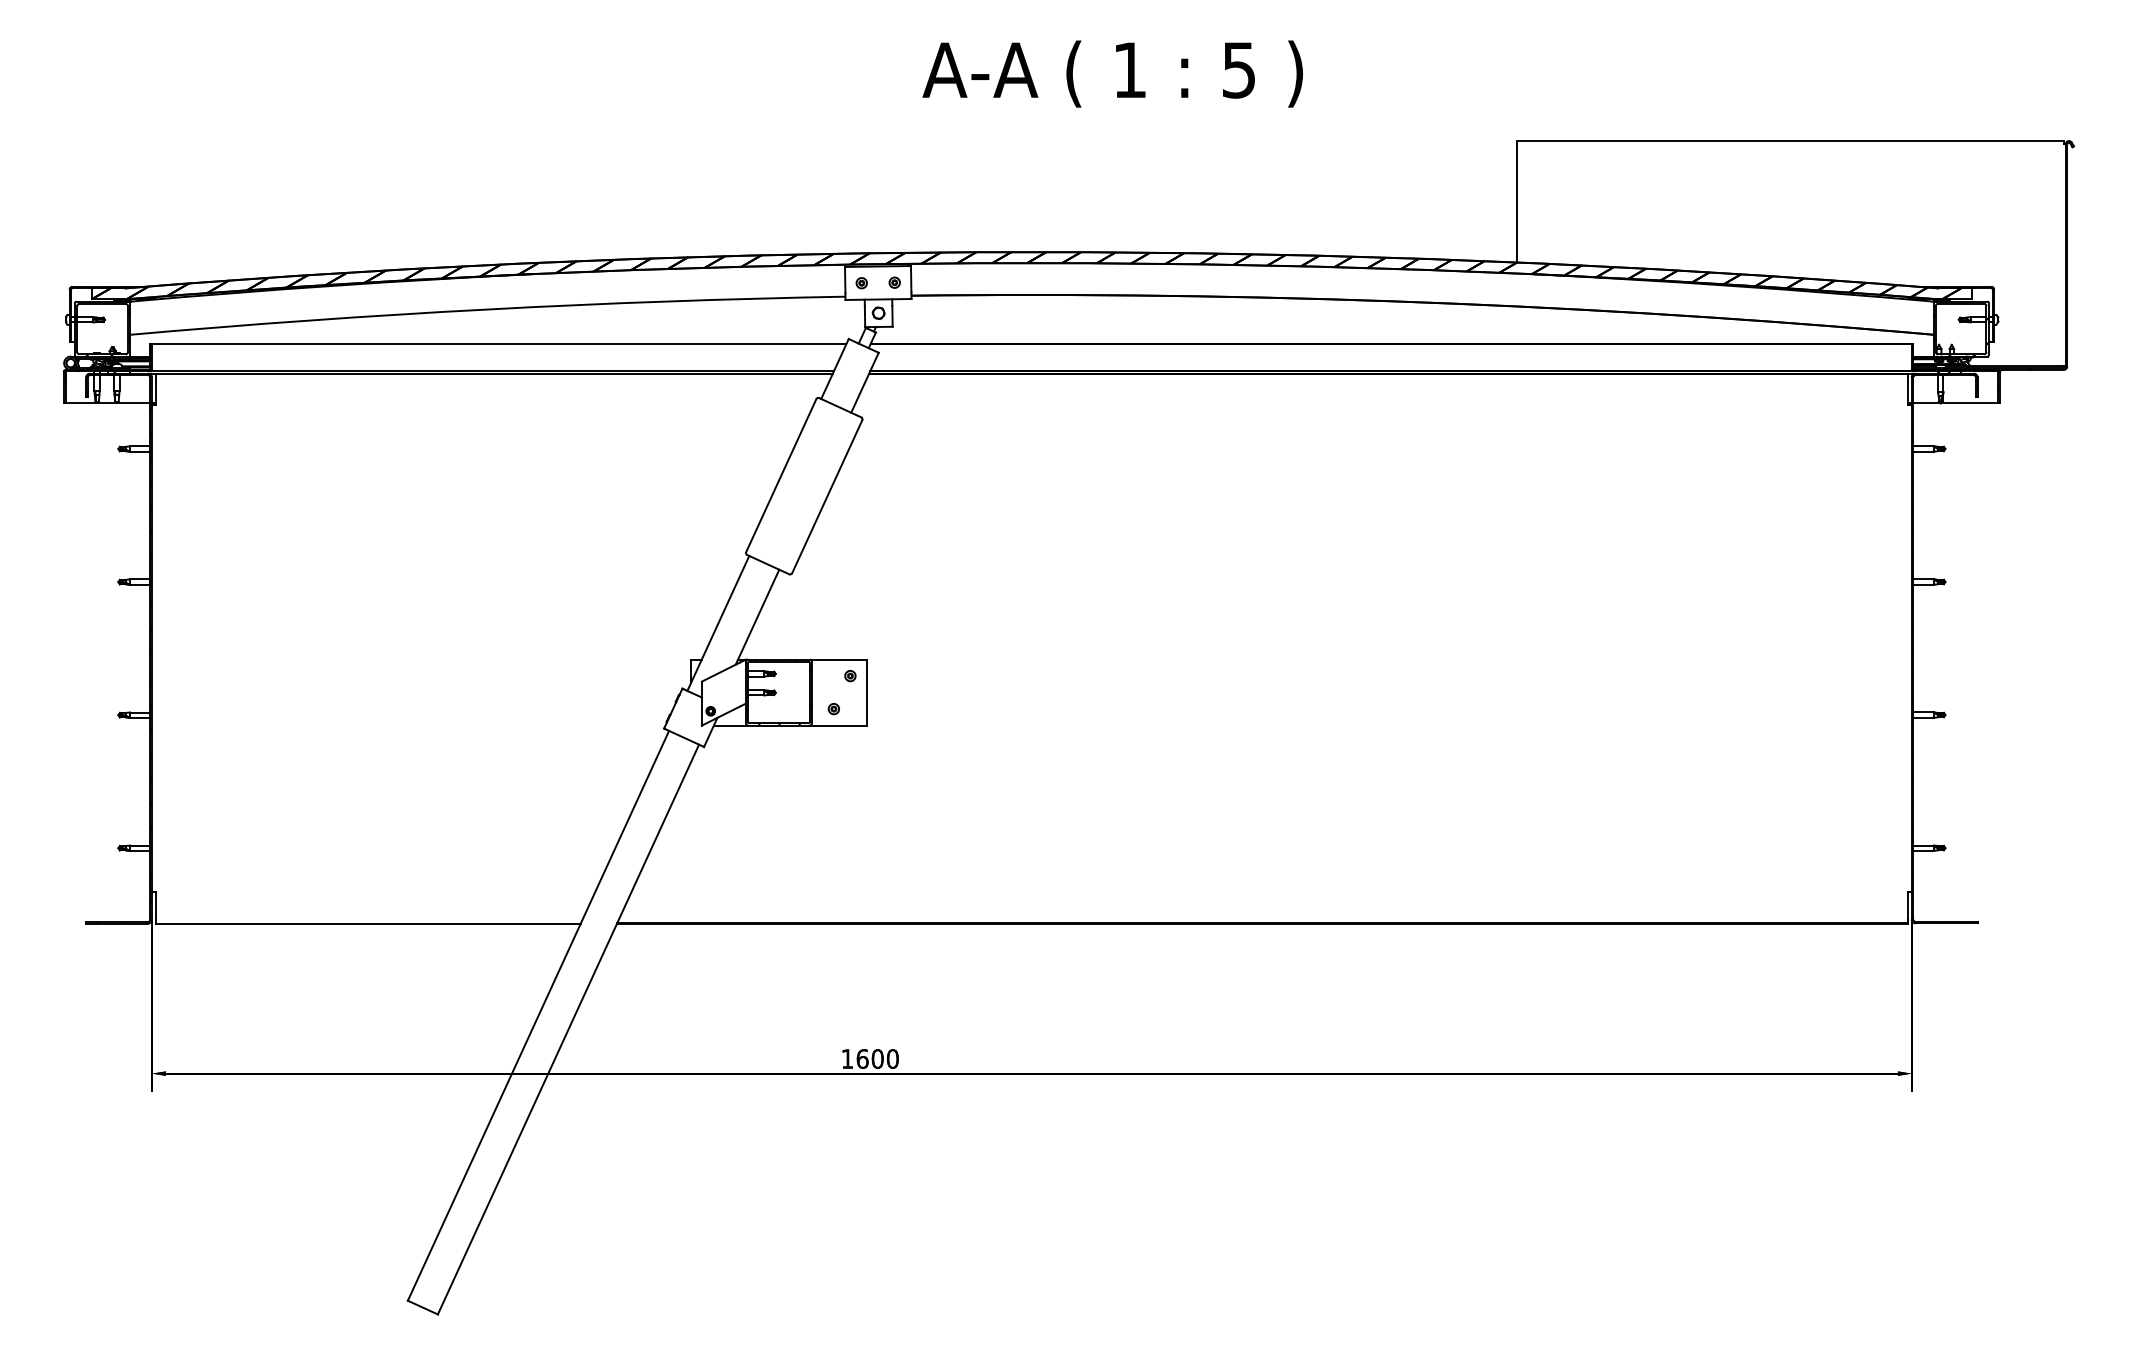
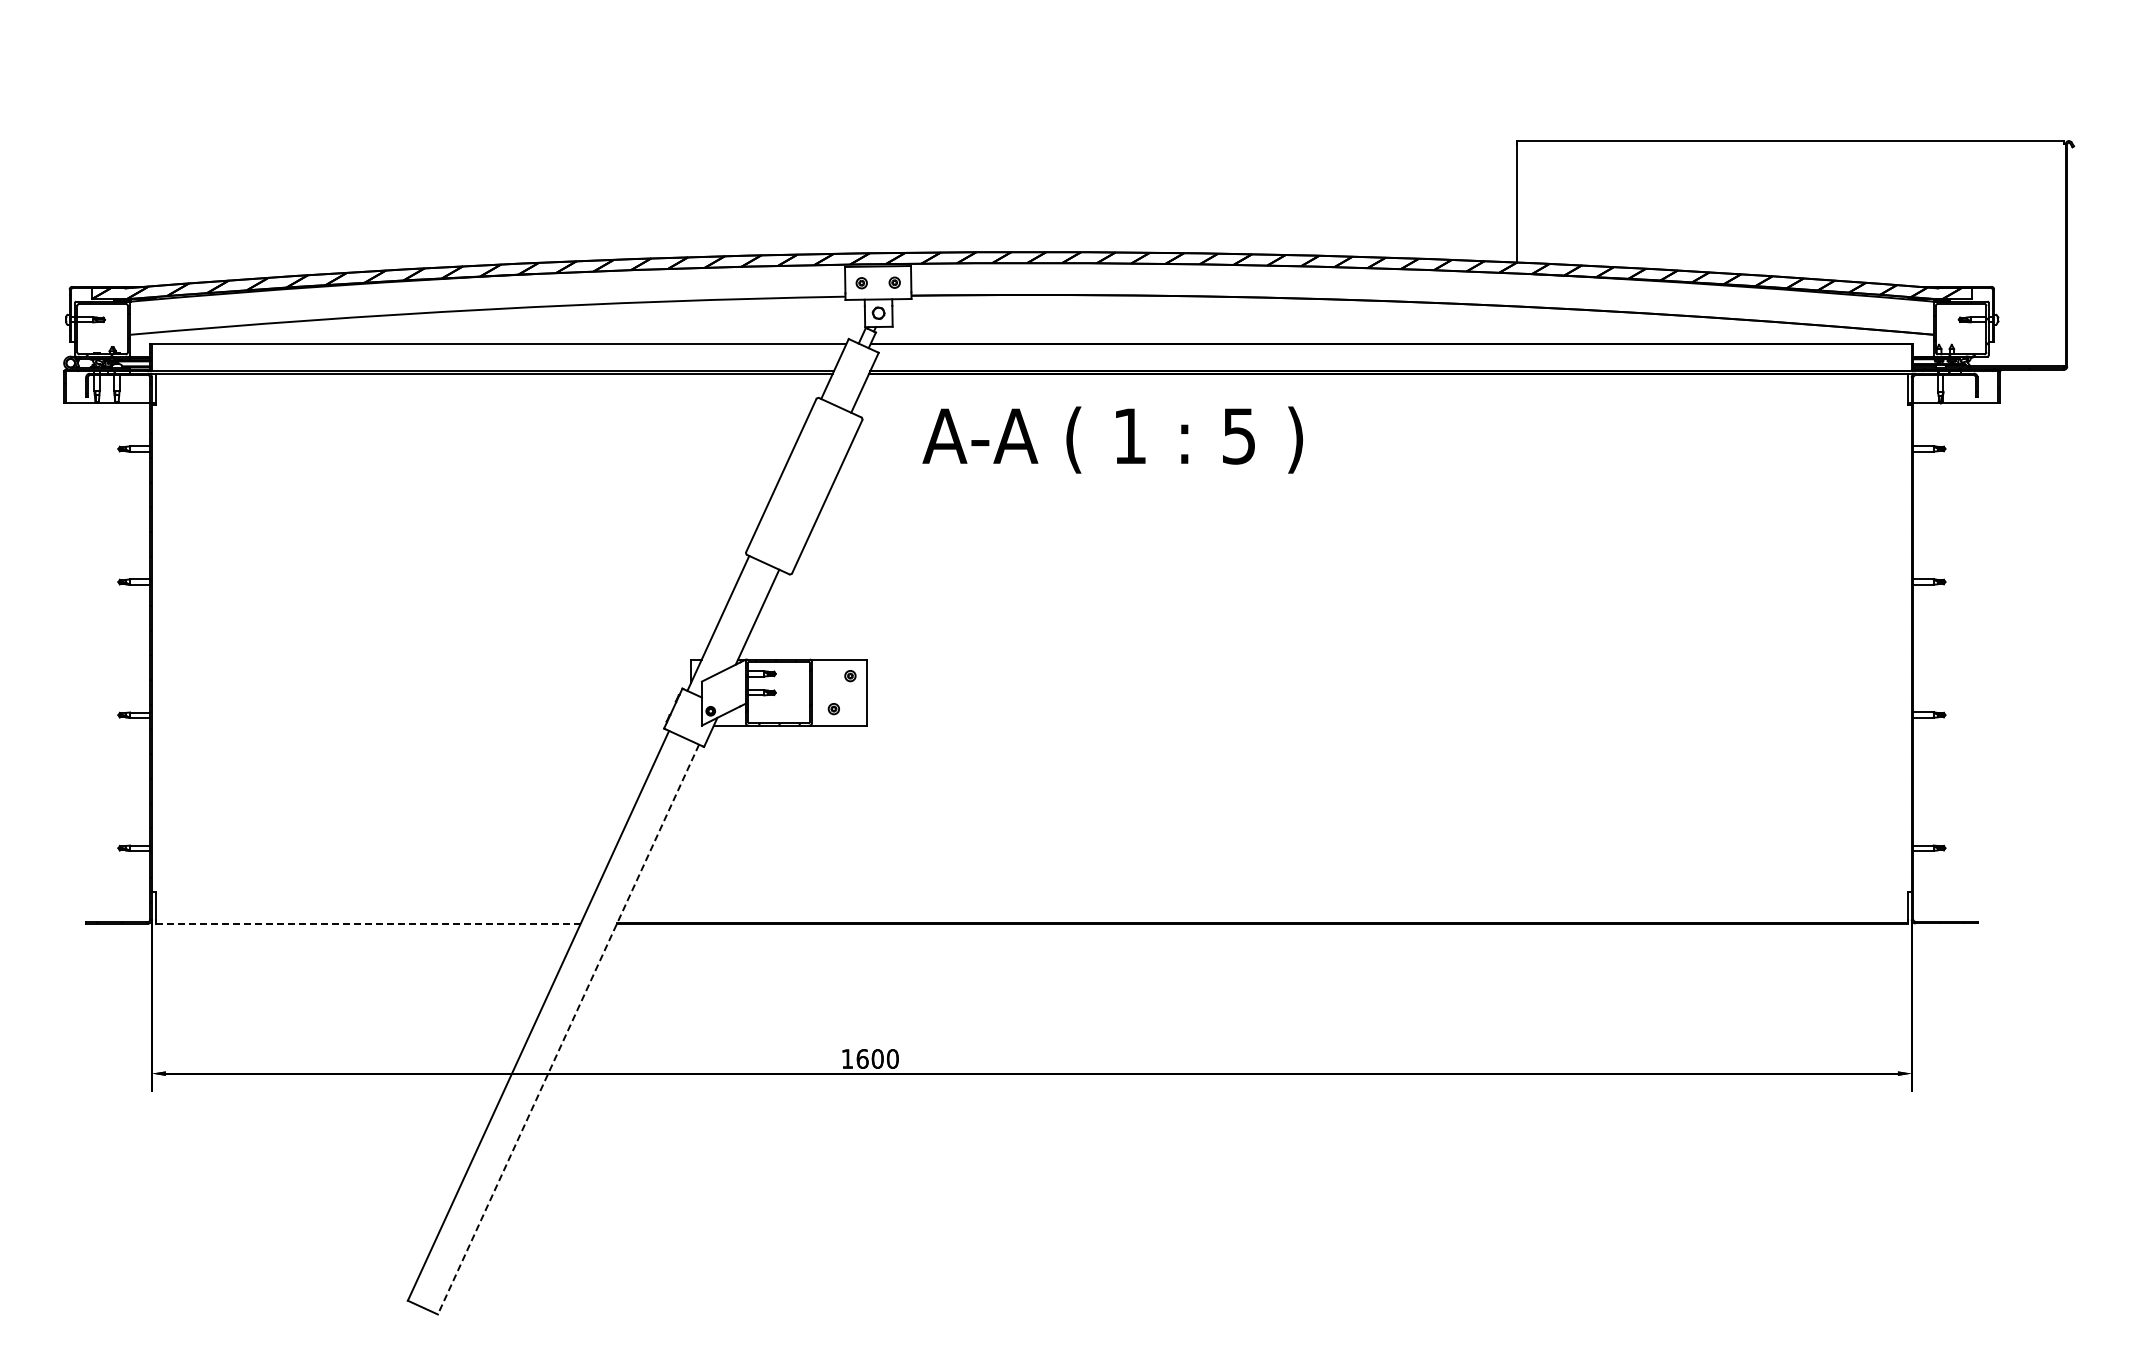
text at (1112, 73) position: (1112, 73) -> (1112, 439)
line at (368, 923): solid -> dashed
line at (568, 1030): solid -> dashed
